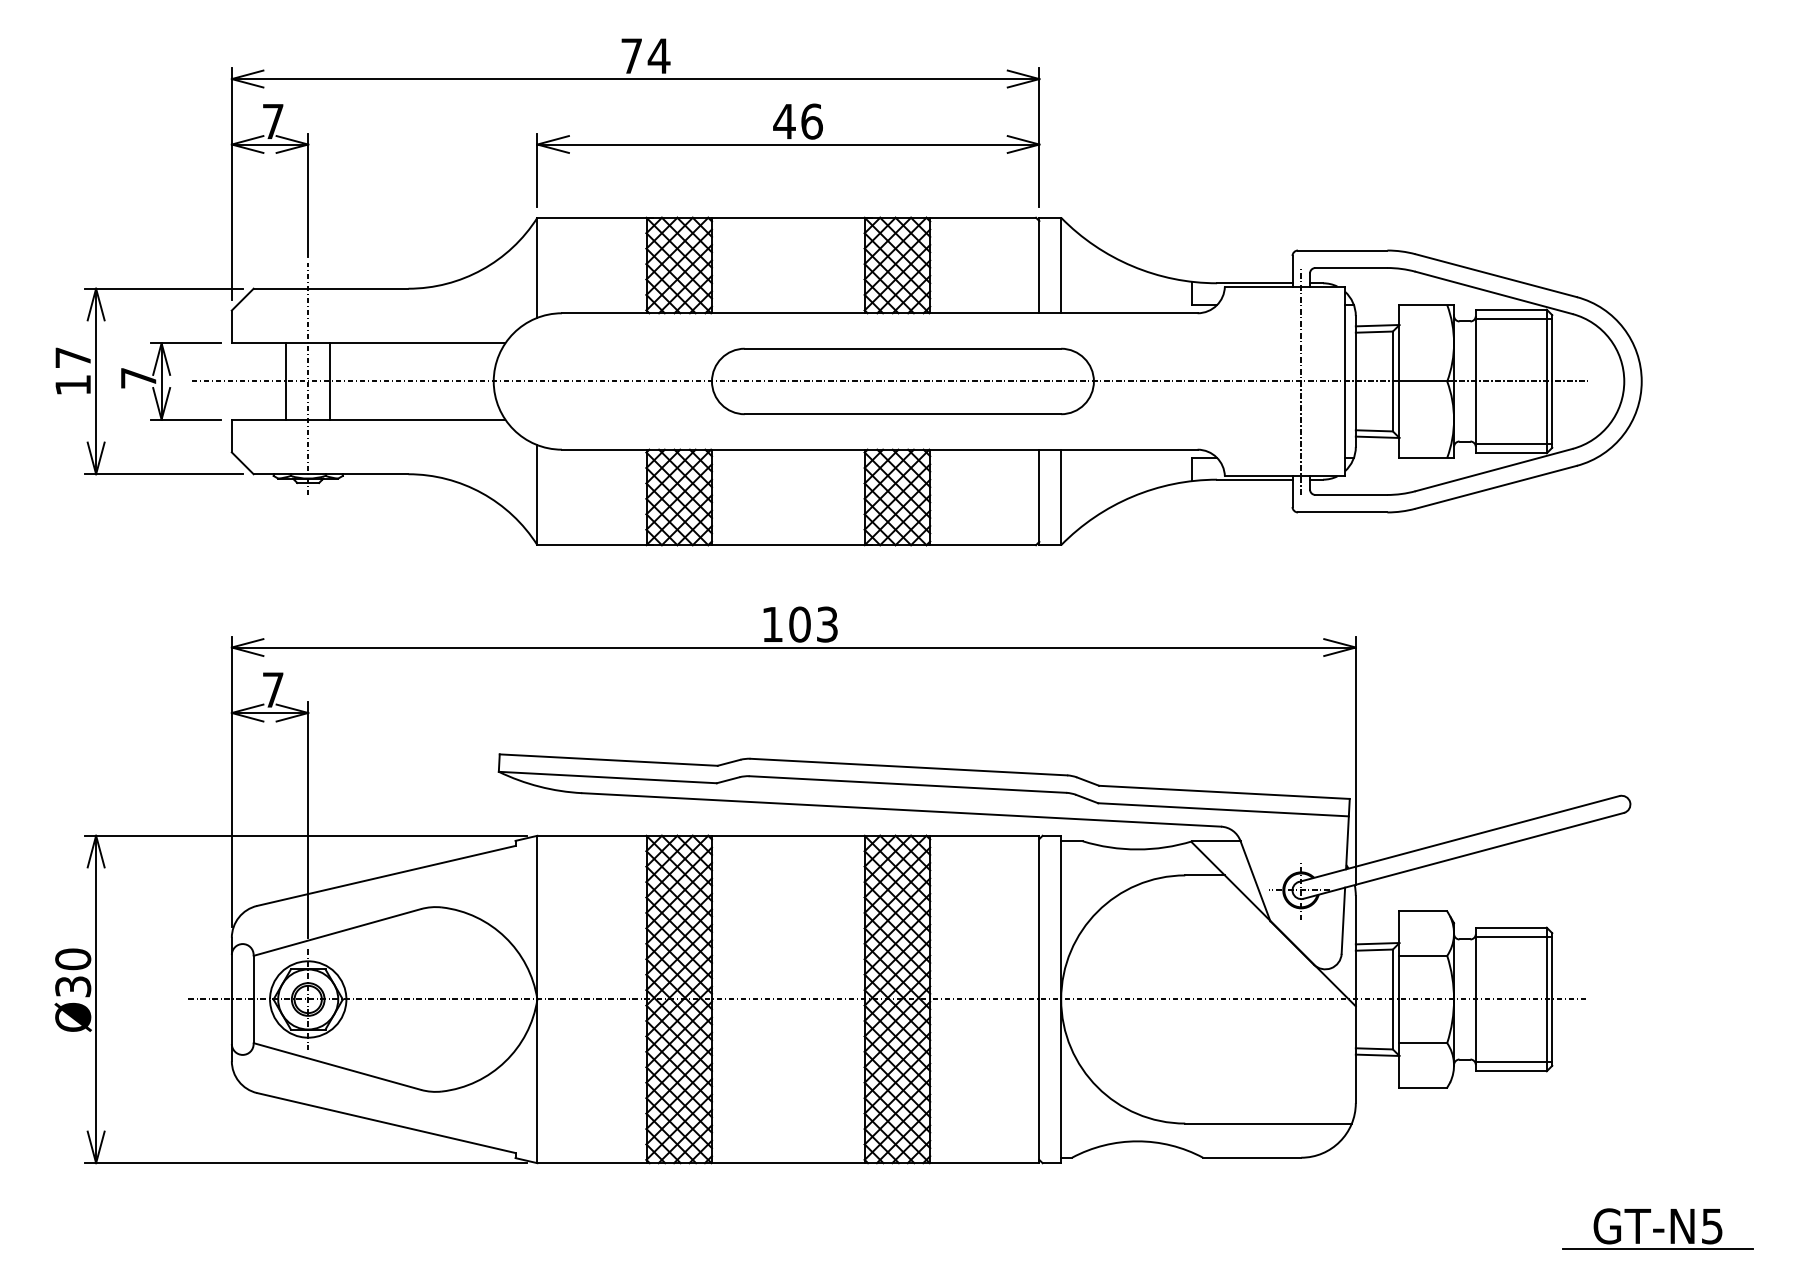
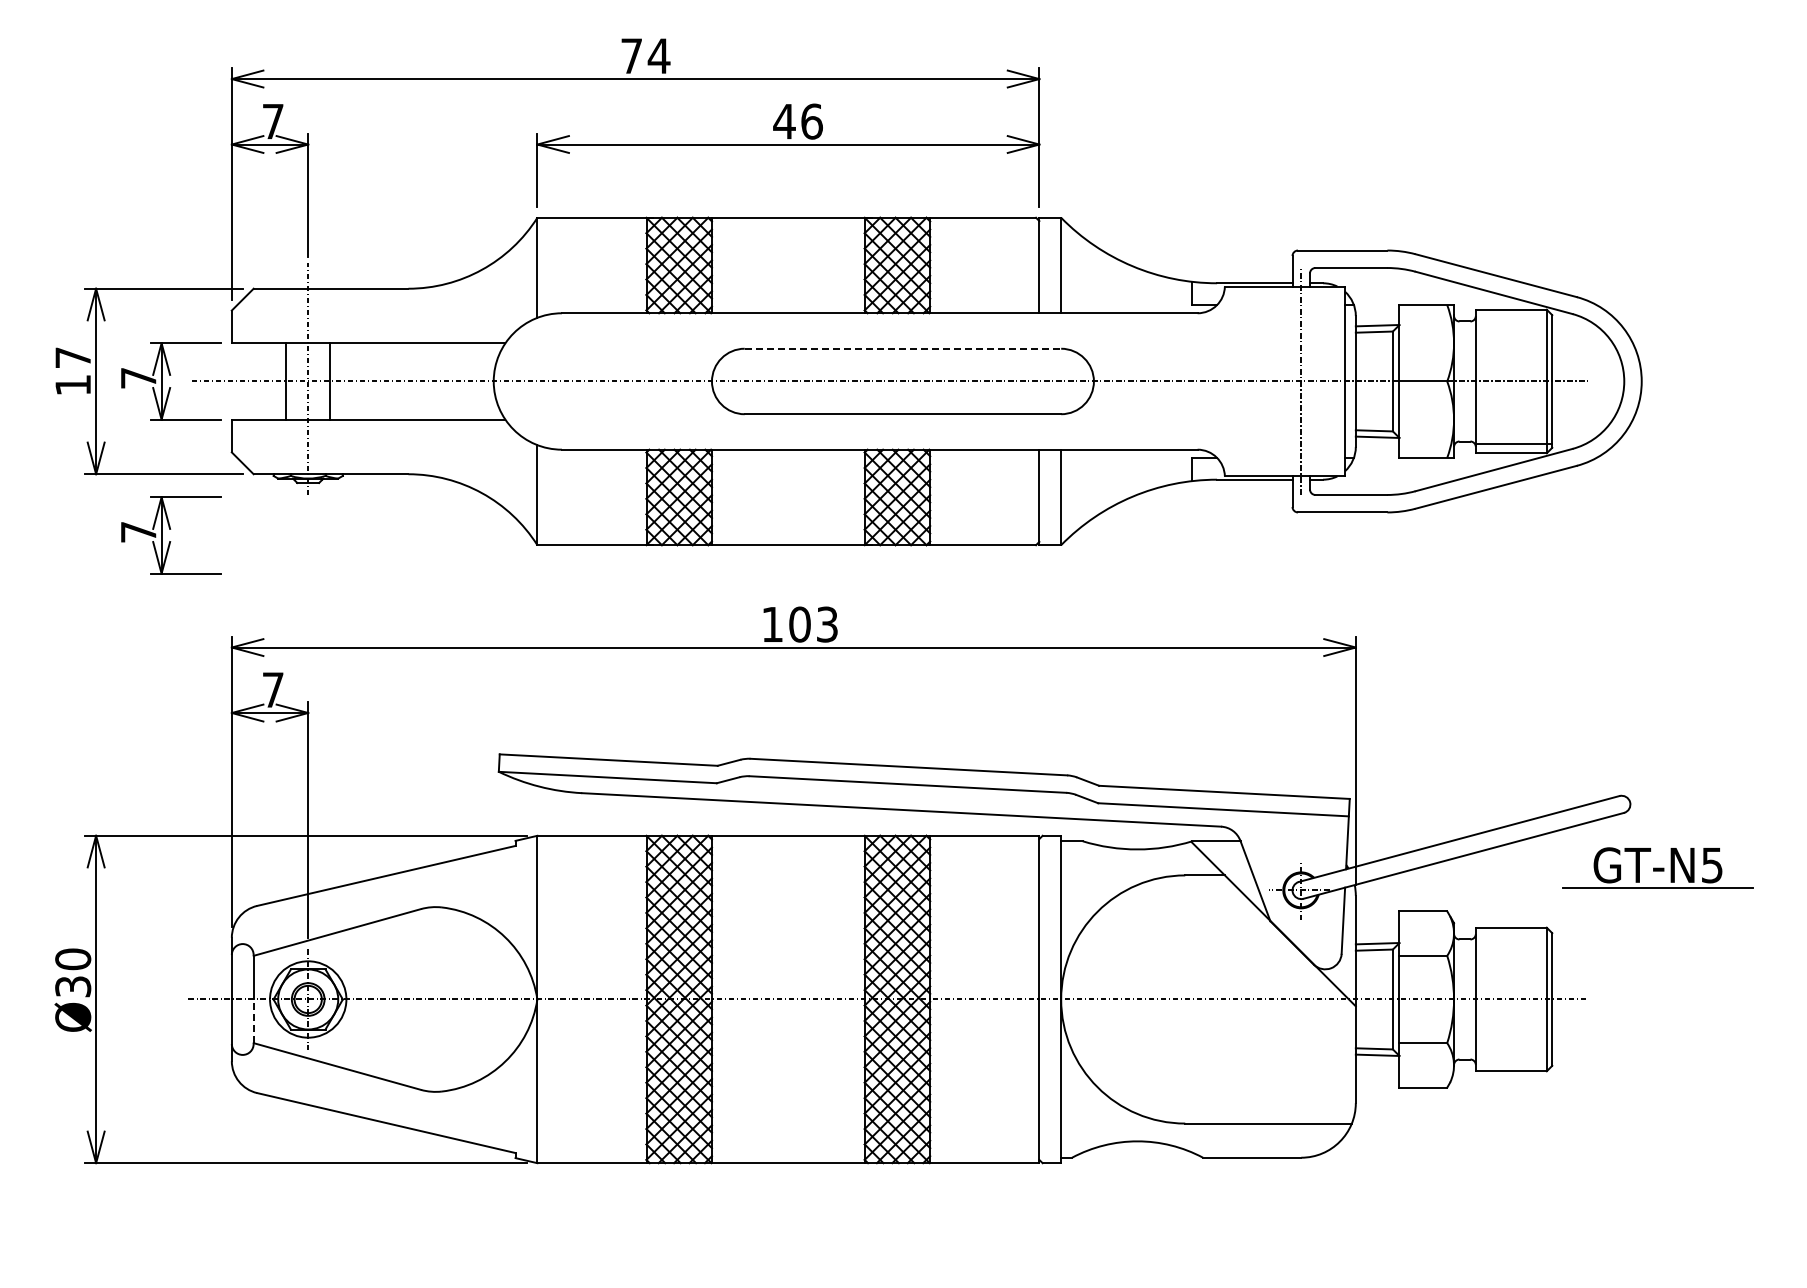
line at (1513, 319): present -> none
line at (903, 348): solid -> dashed
part at (171, 535): none -> present
line at (1513, 937): present -> none
line at (253, 1021): solid -> dashed
line at (1513, 1061): present -> none
part at (1657, 1228) position: (1657, 1228) -> (1657, 867)
